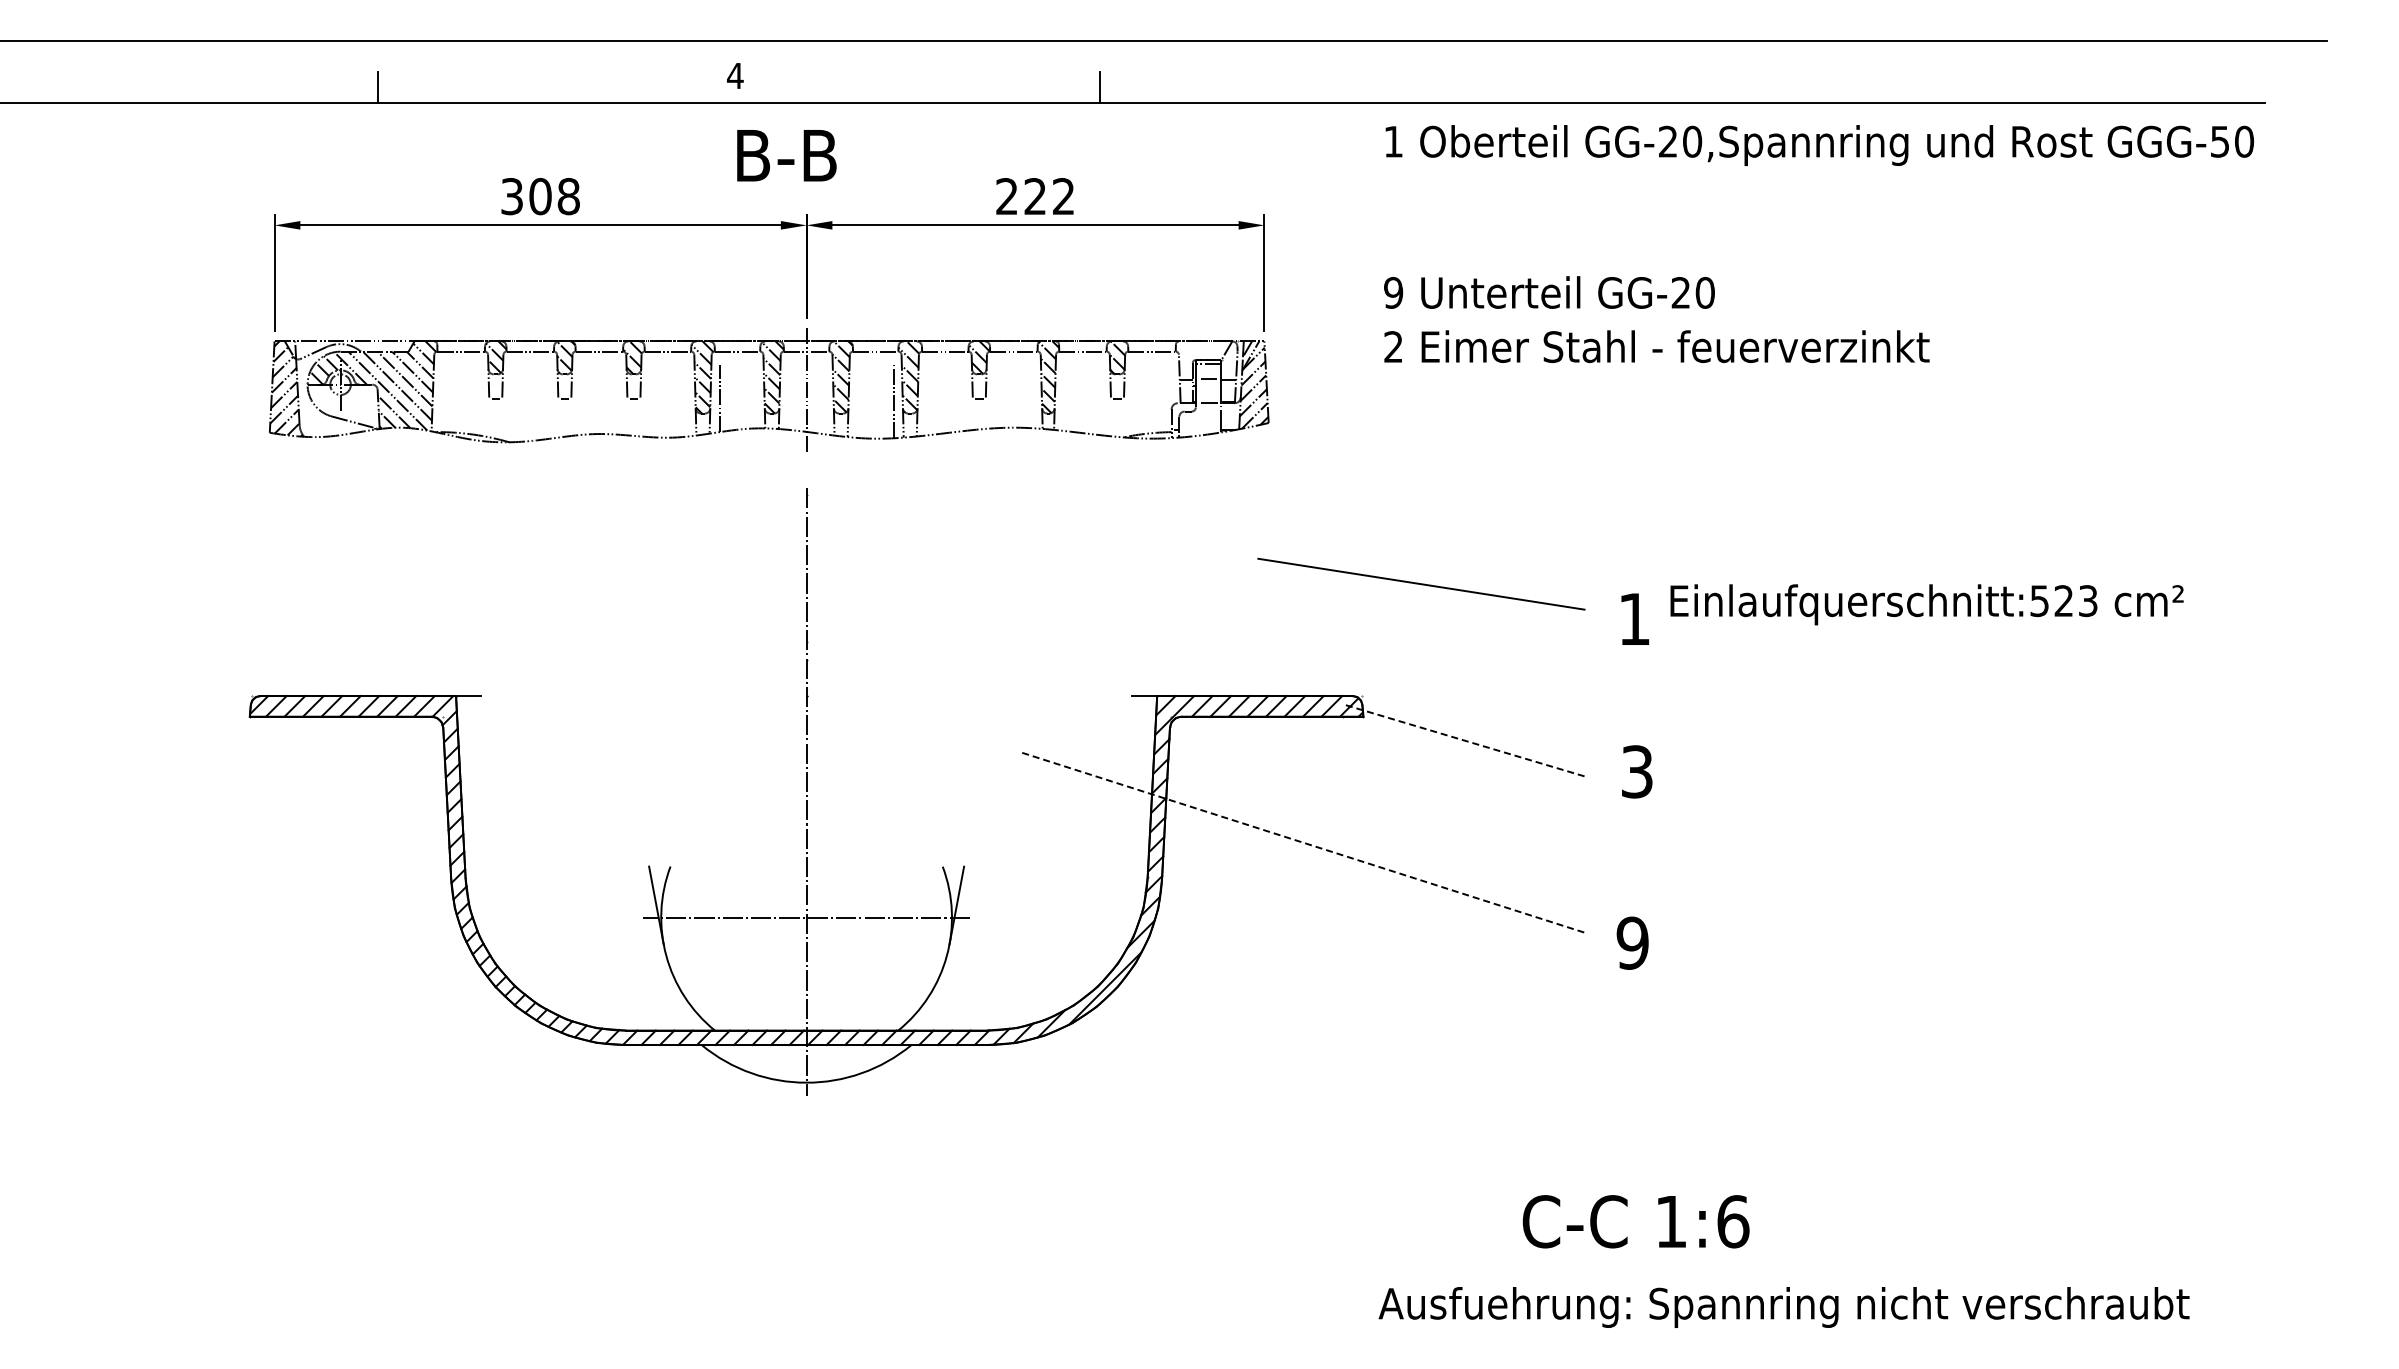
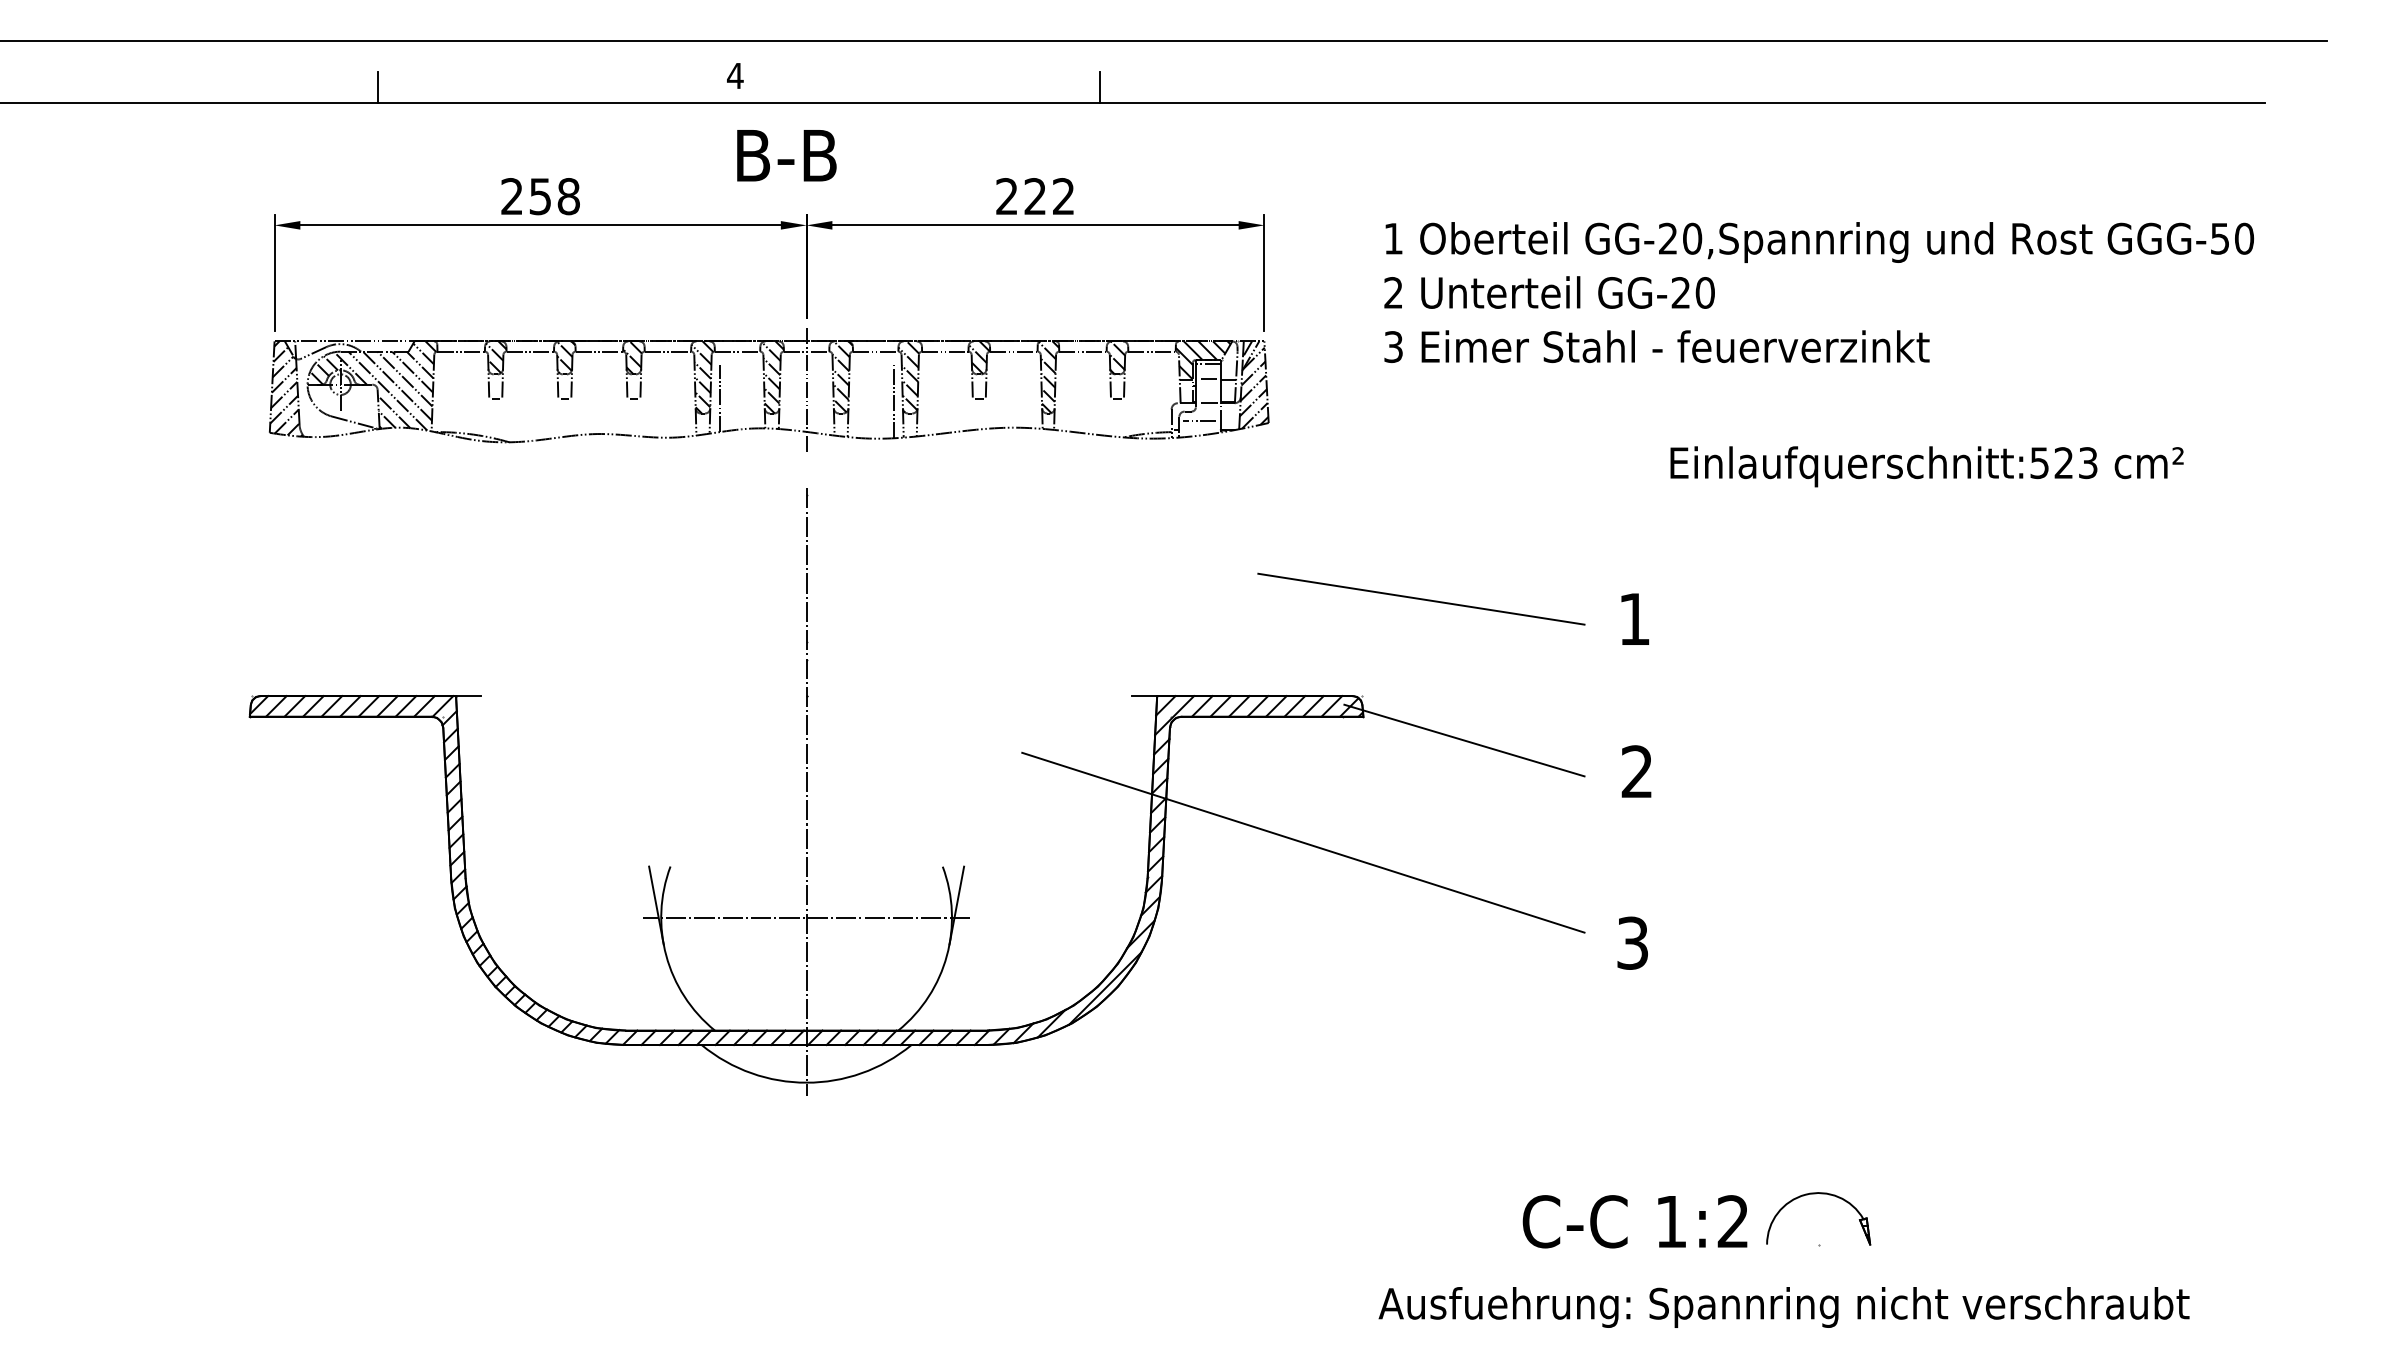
text at (1819, 145) position: (1819, 145) -> (1819, 242)
text at (526, 196): 308 -> 258
text at (1393, 292): 9 -> 2
text at (1393, 347): 2 -> 3
hatch at (1202, 360): none -> present
line at (1199, 421): none -> present
line at (1421, 583) position: (1421, 583) -> (1421, 598)
text at (1926, 604) position: (1926, 604) -> (1926, 466)
line at (1463, 740): dashed -> solid
text at (1636, 771): 3 -> 2
line at (1303, 842): dashed -> solid
text at (1632, 942): 9 -> 3
text at (1733, 1221): 1:6 -> 1:2
part at (1819, 1244): none -> present
